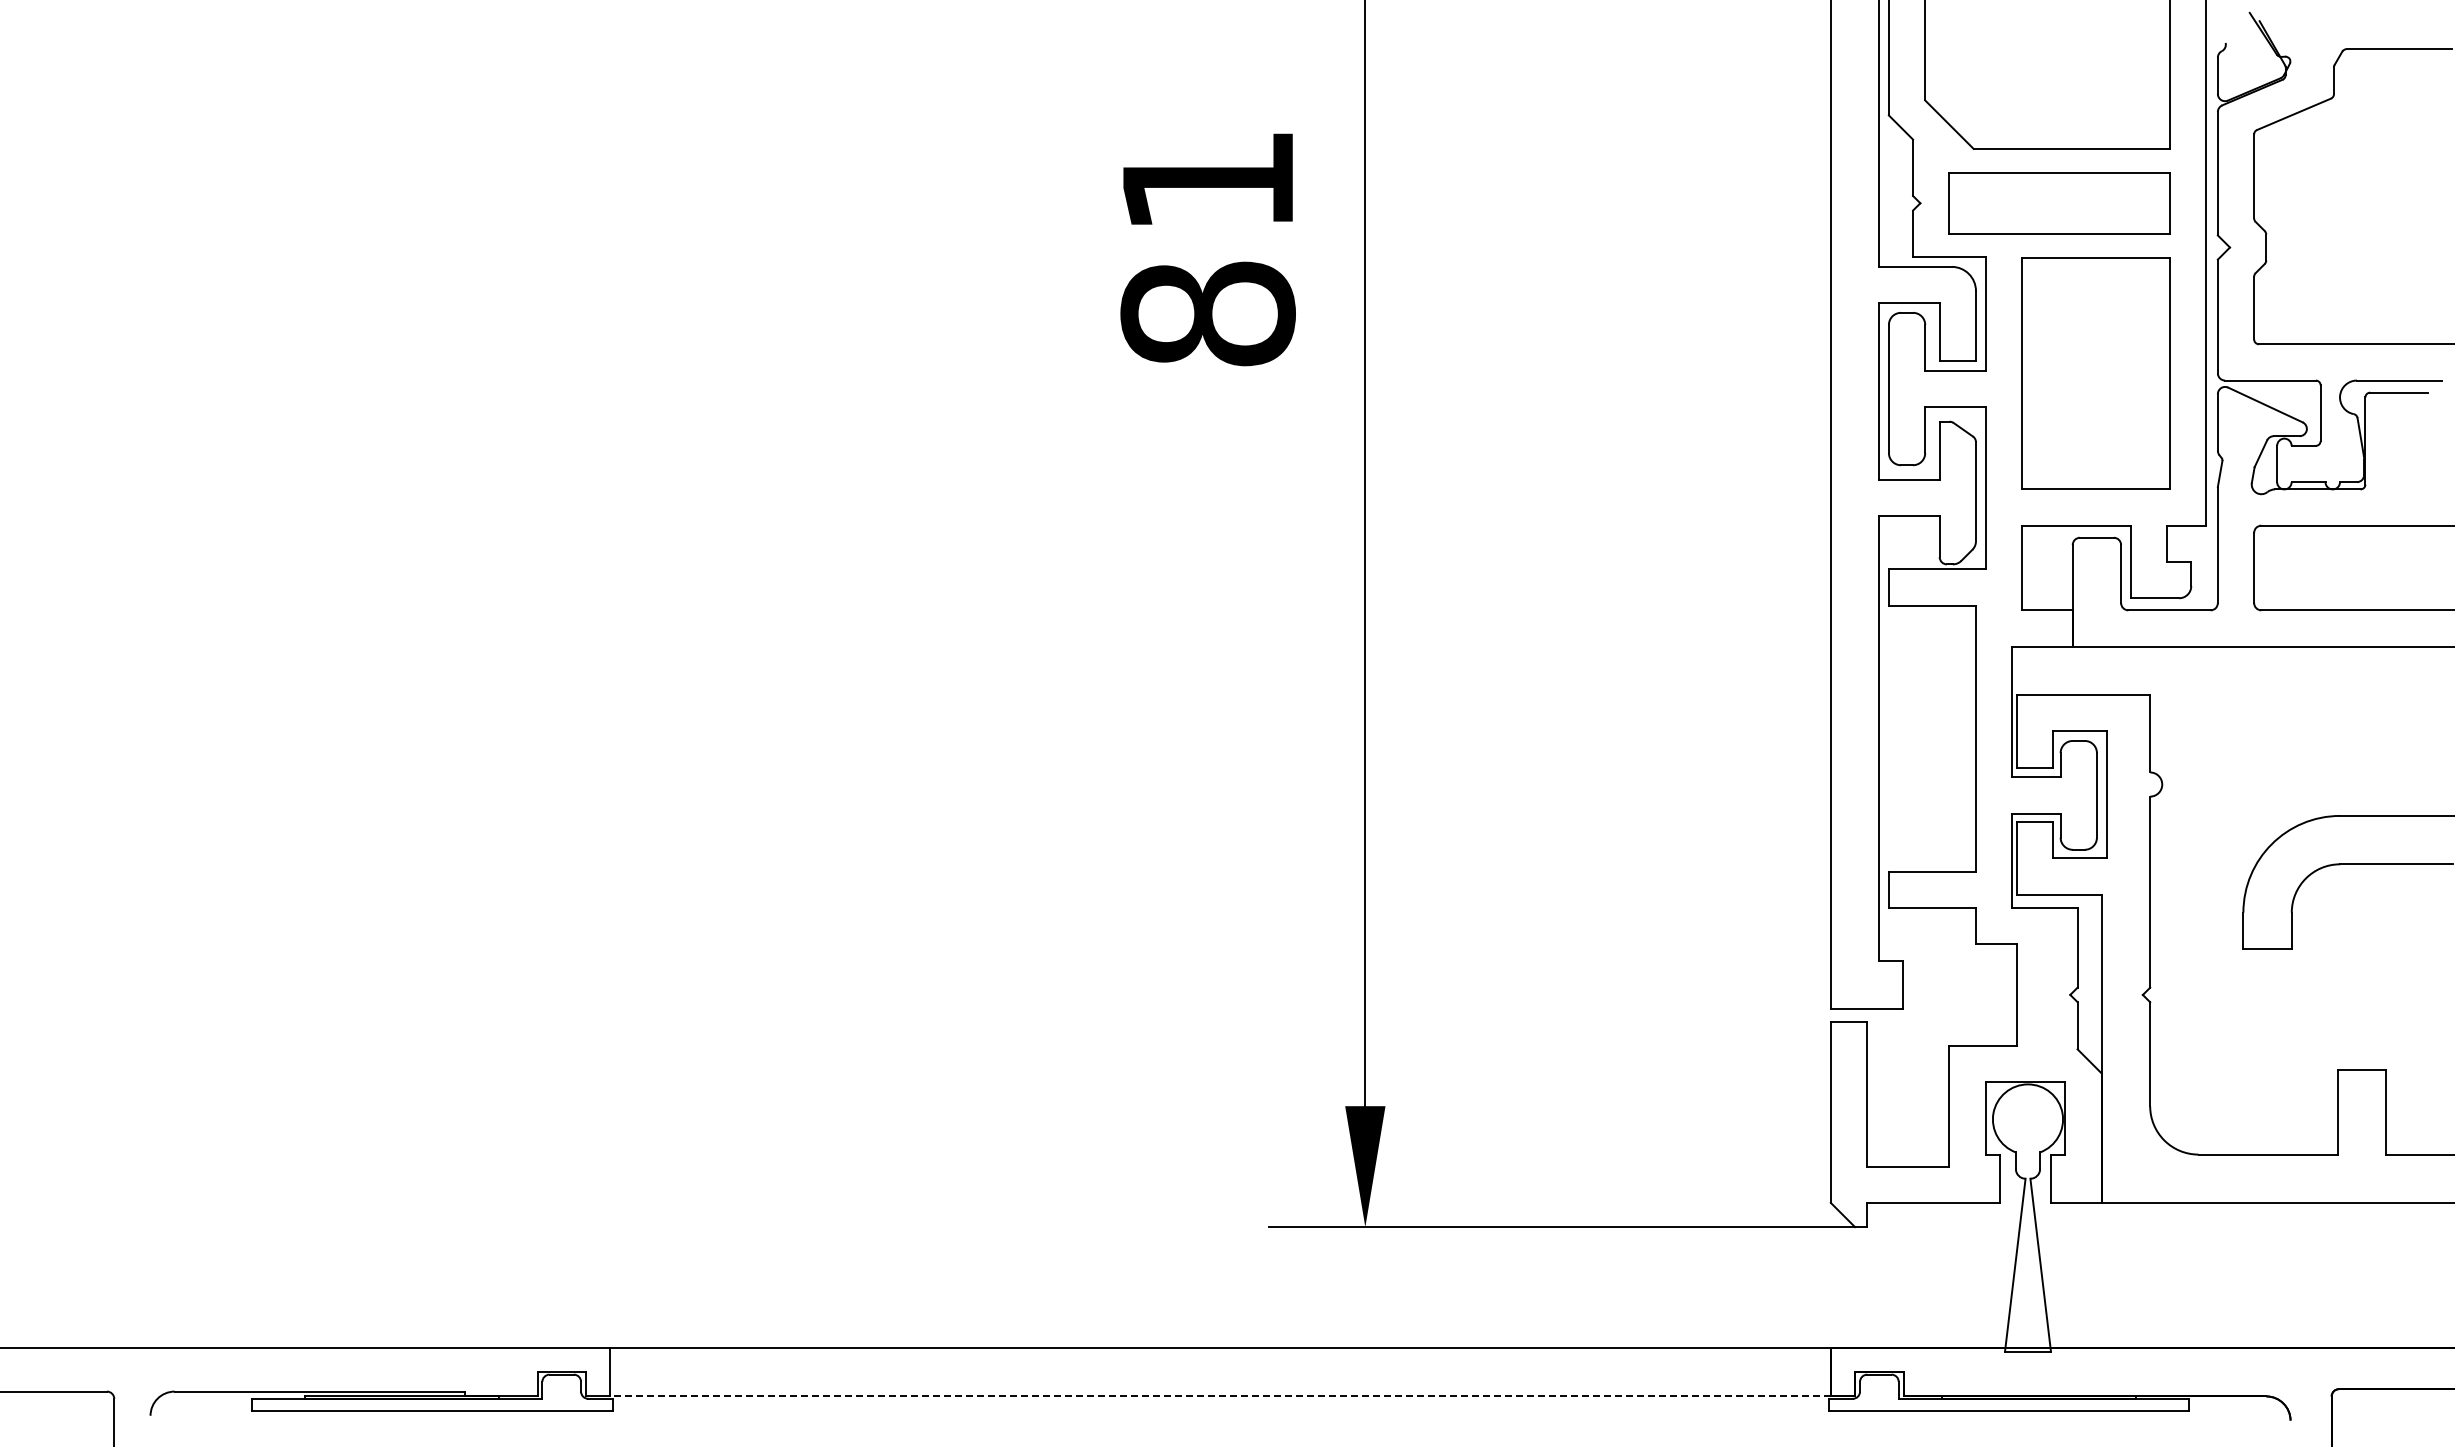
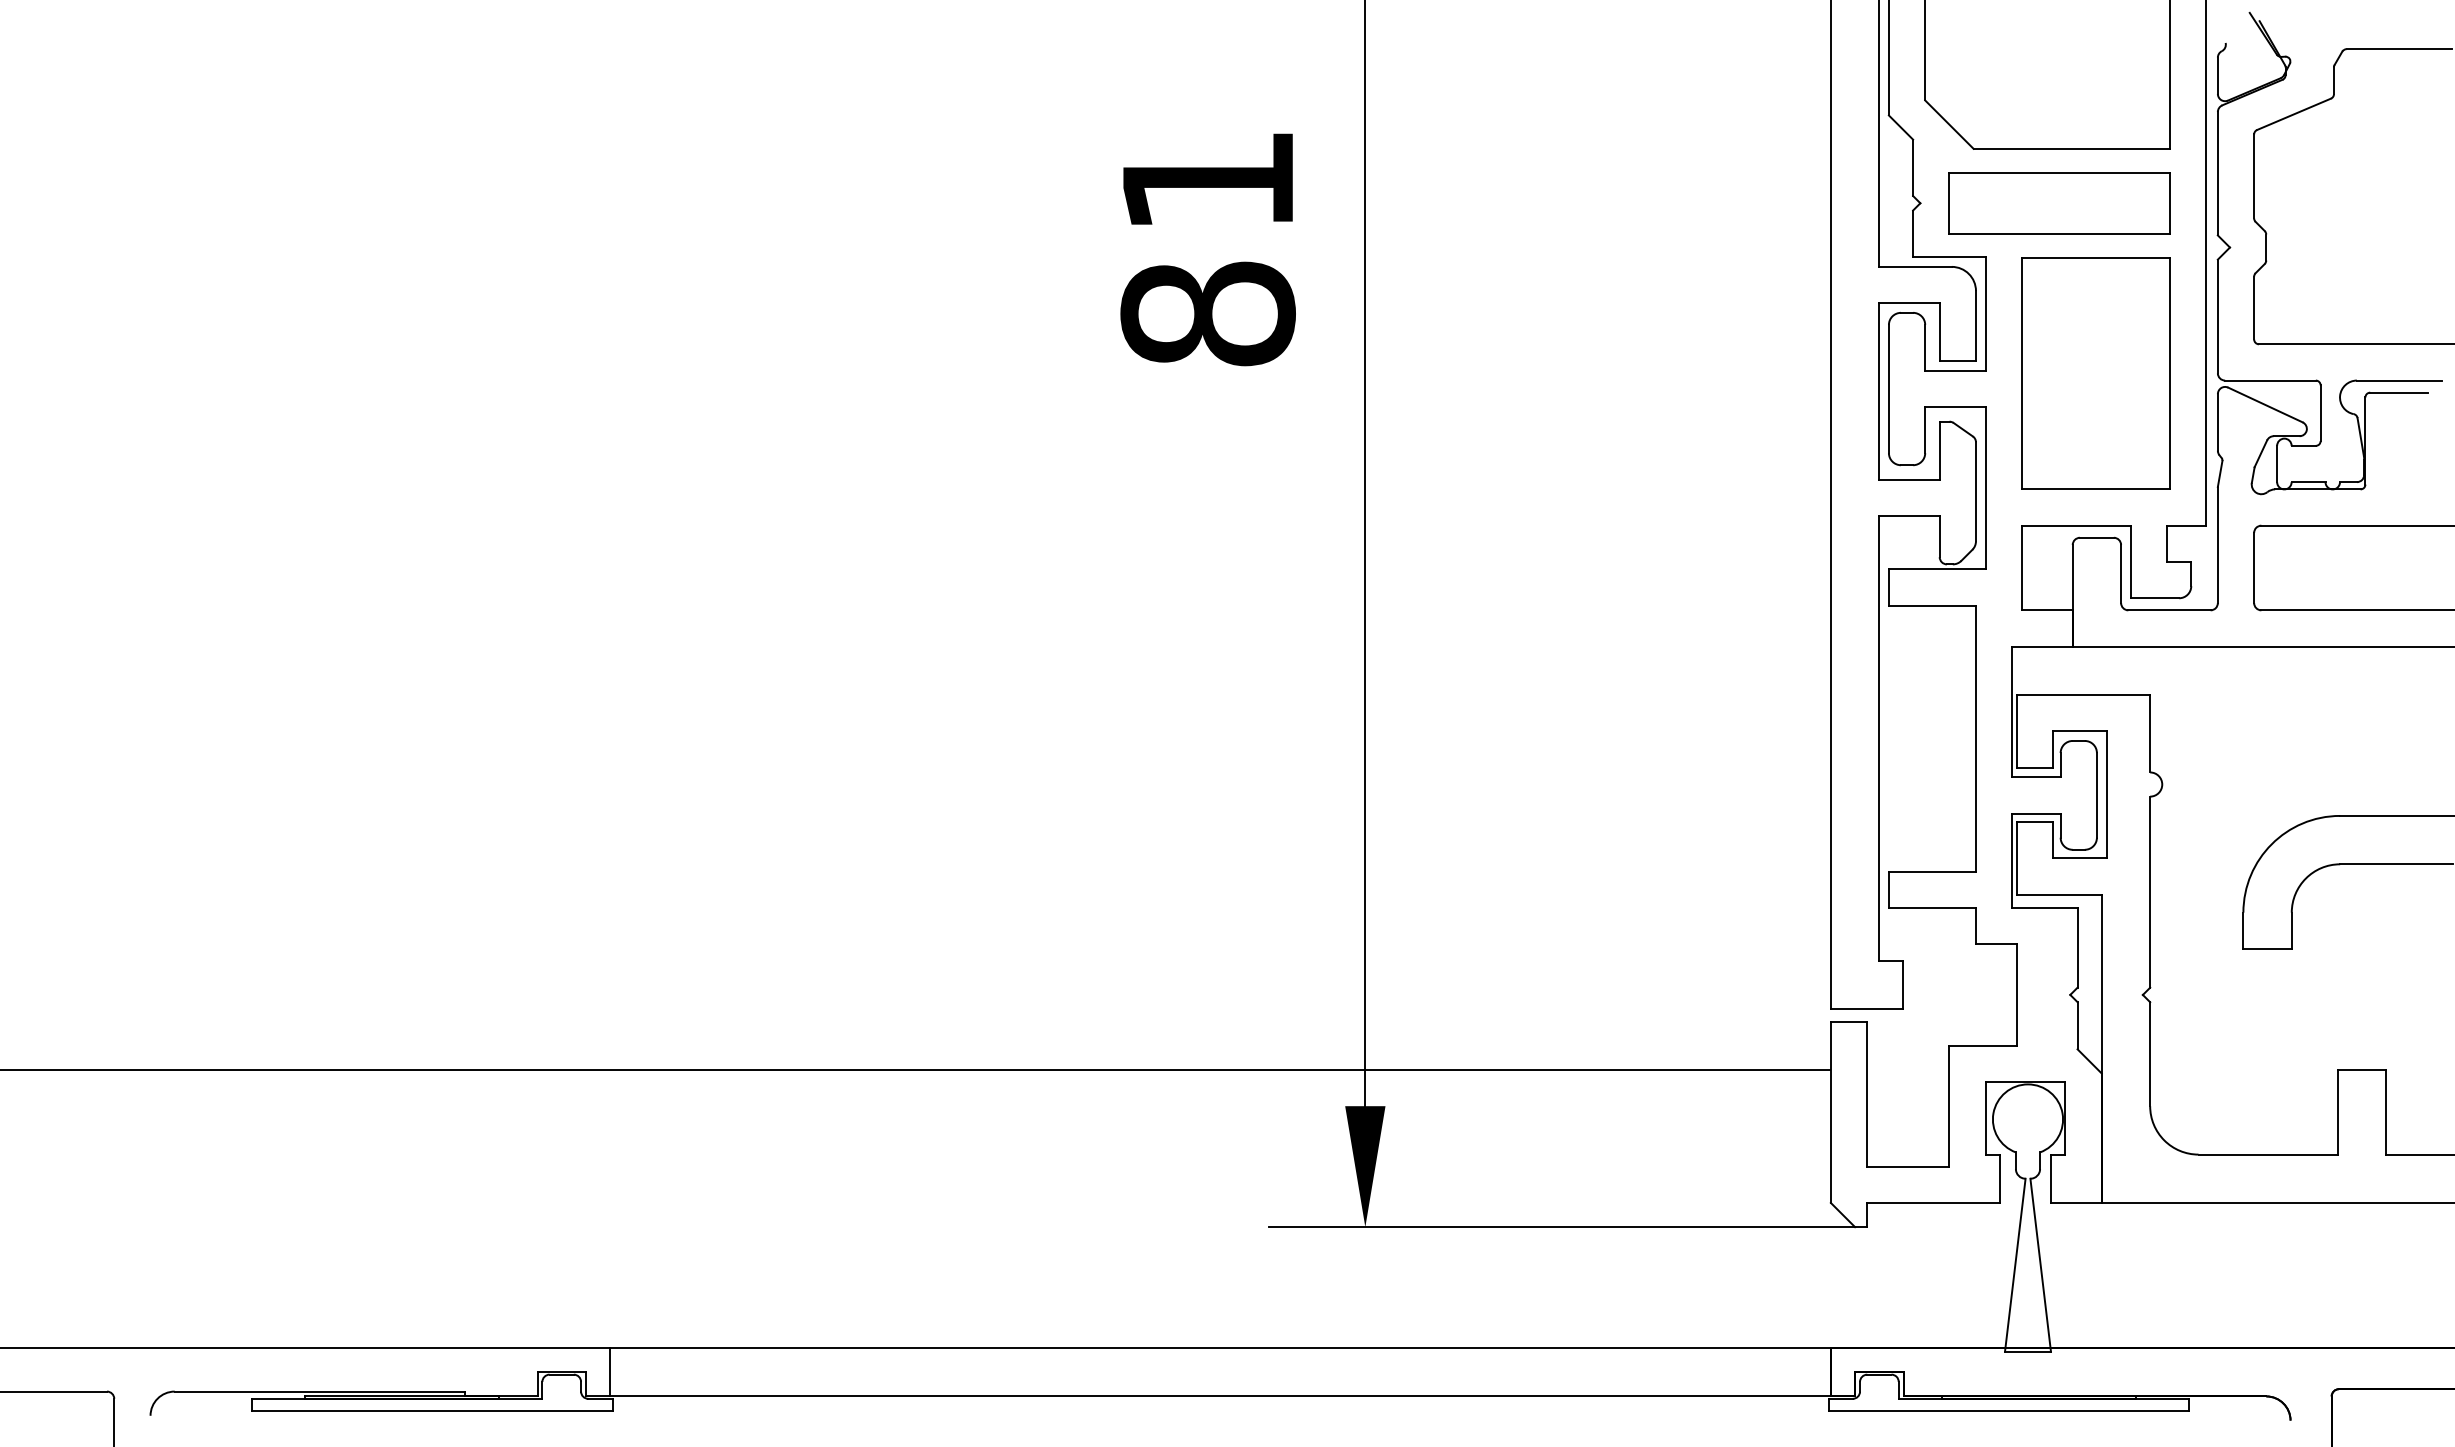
line at (916, 1070): none -> present
line at (1220, 1396): dashed -> solid
